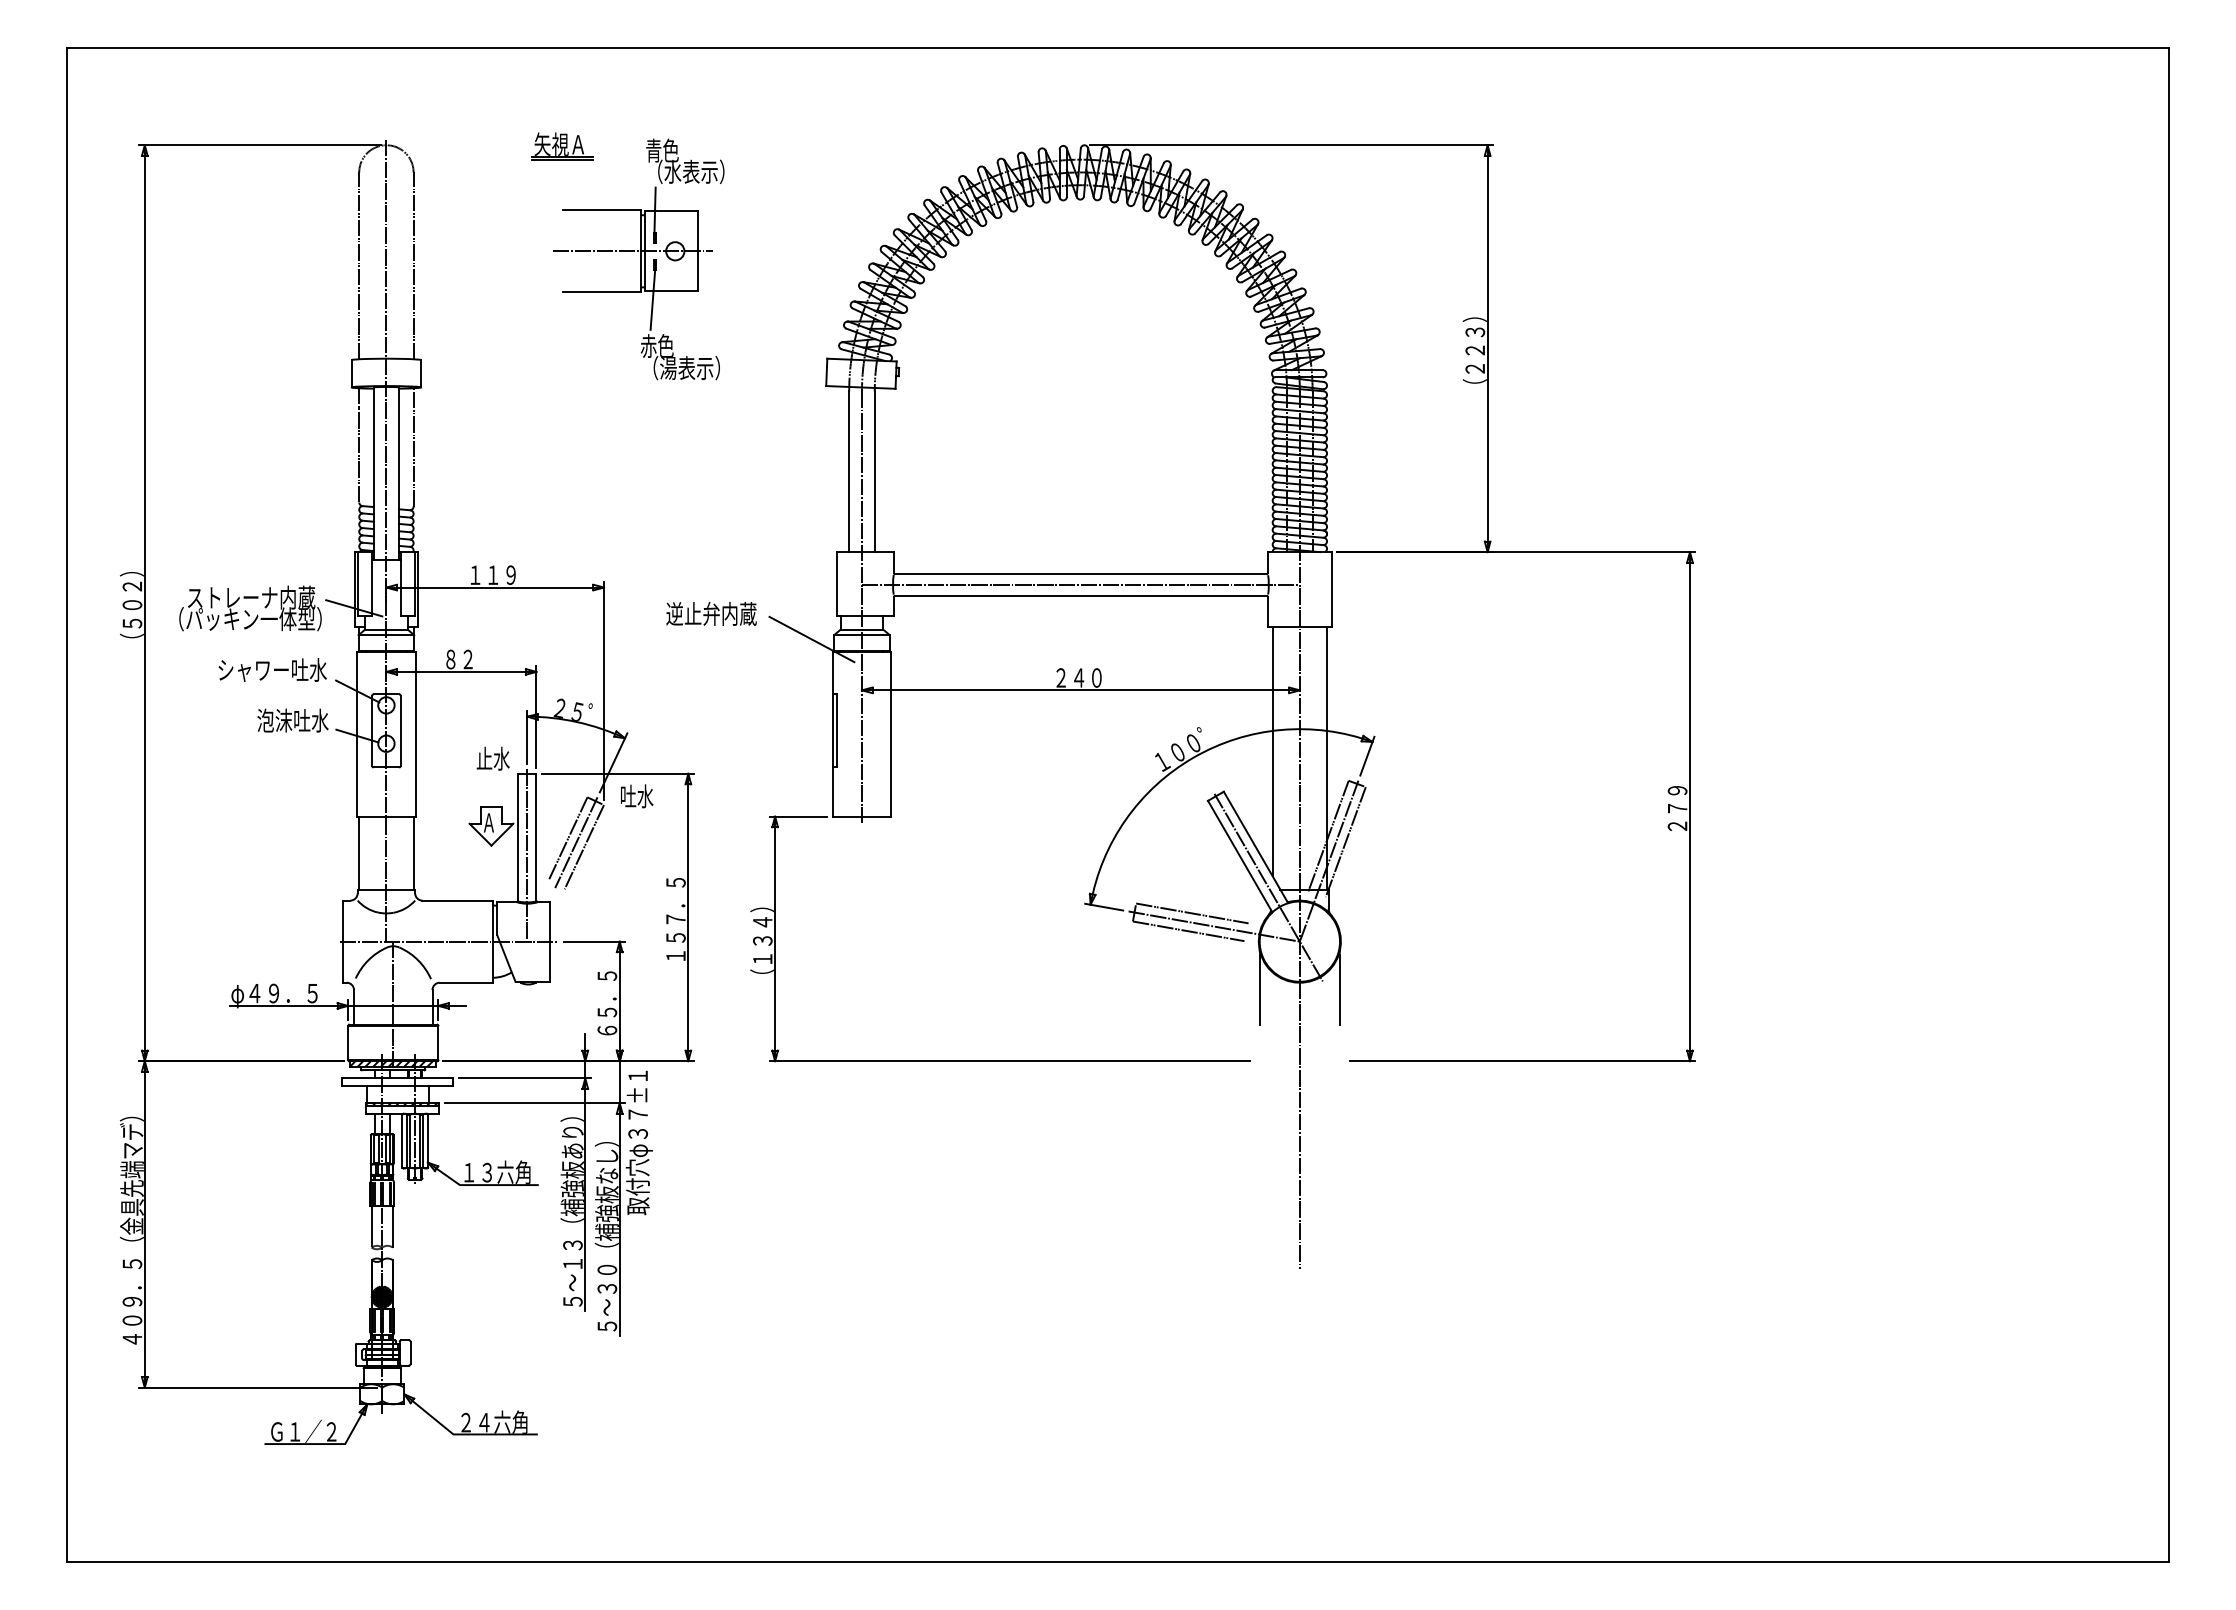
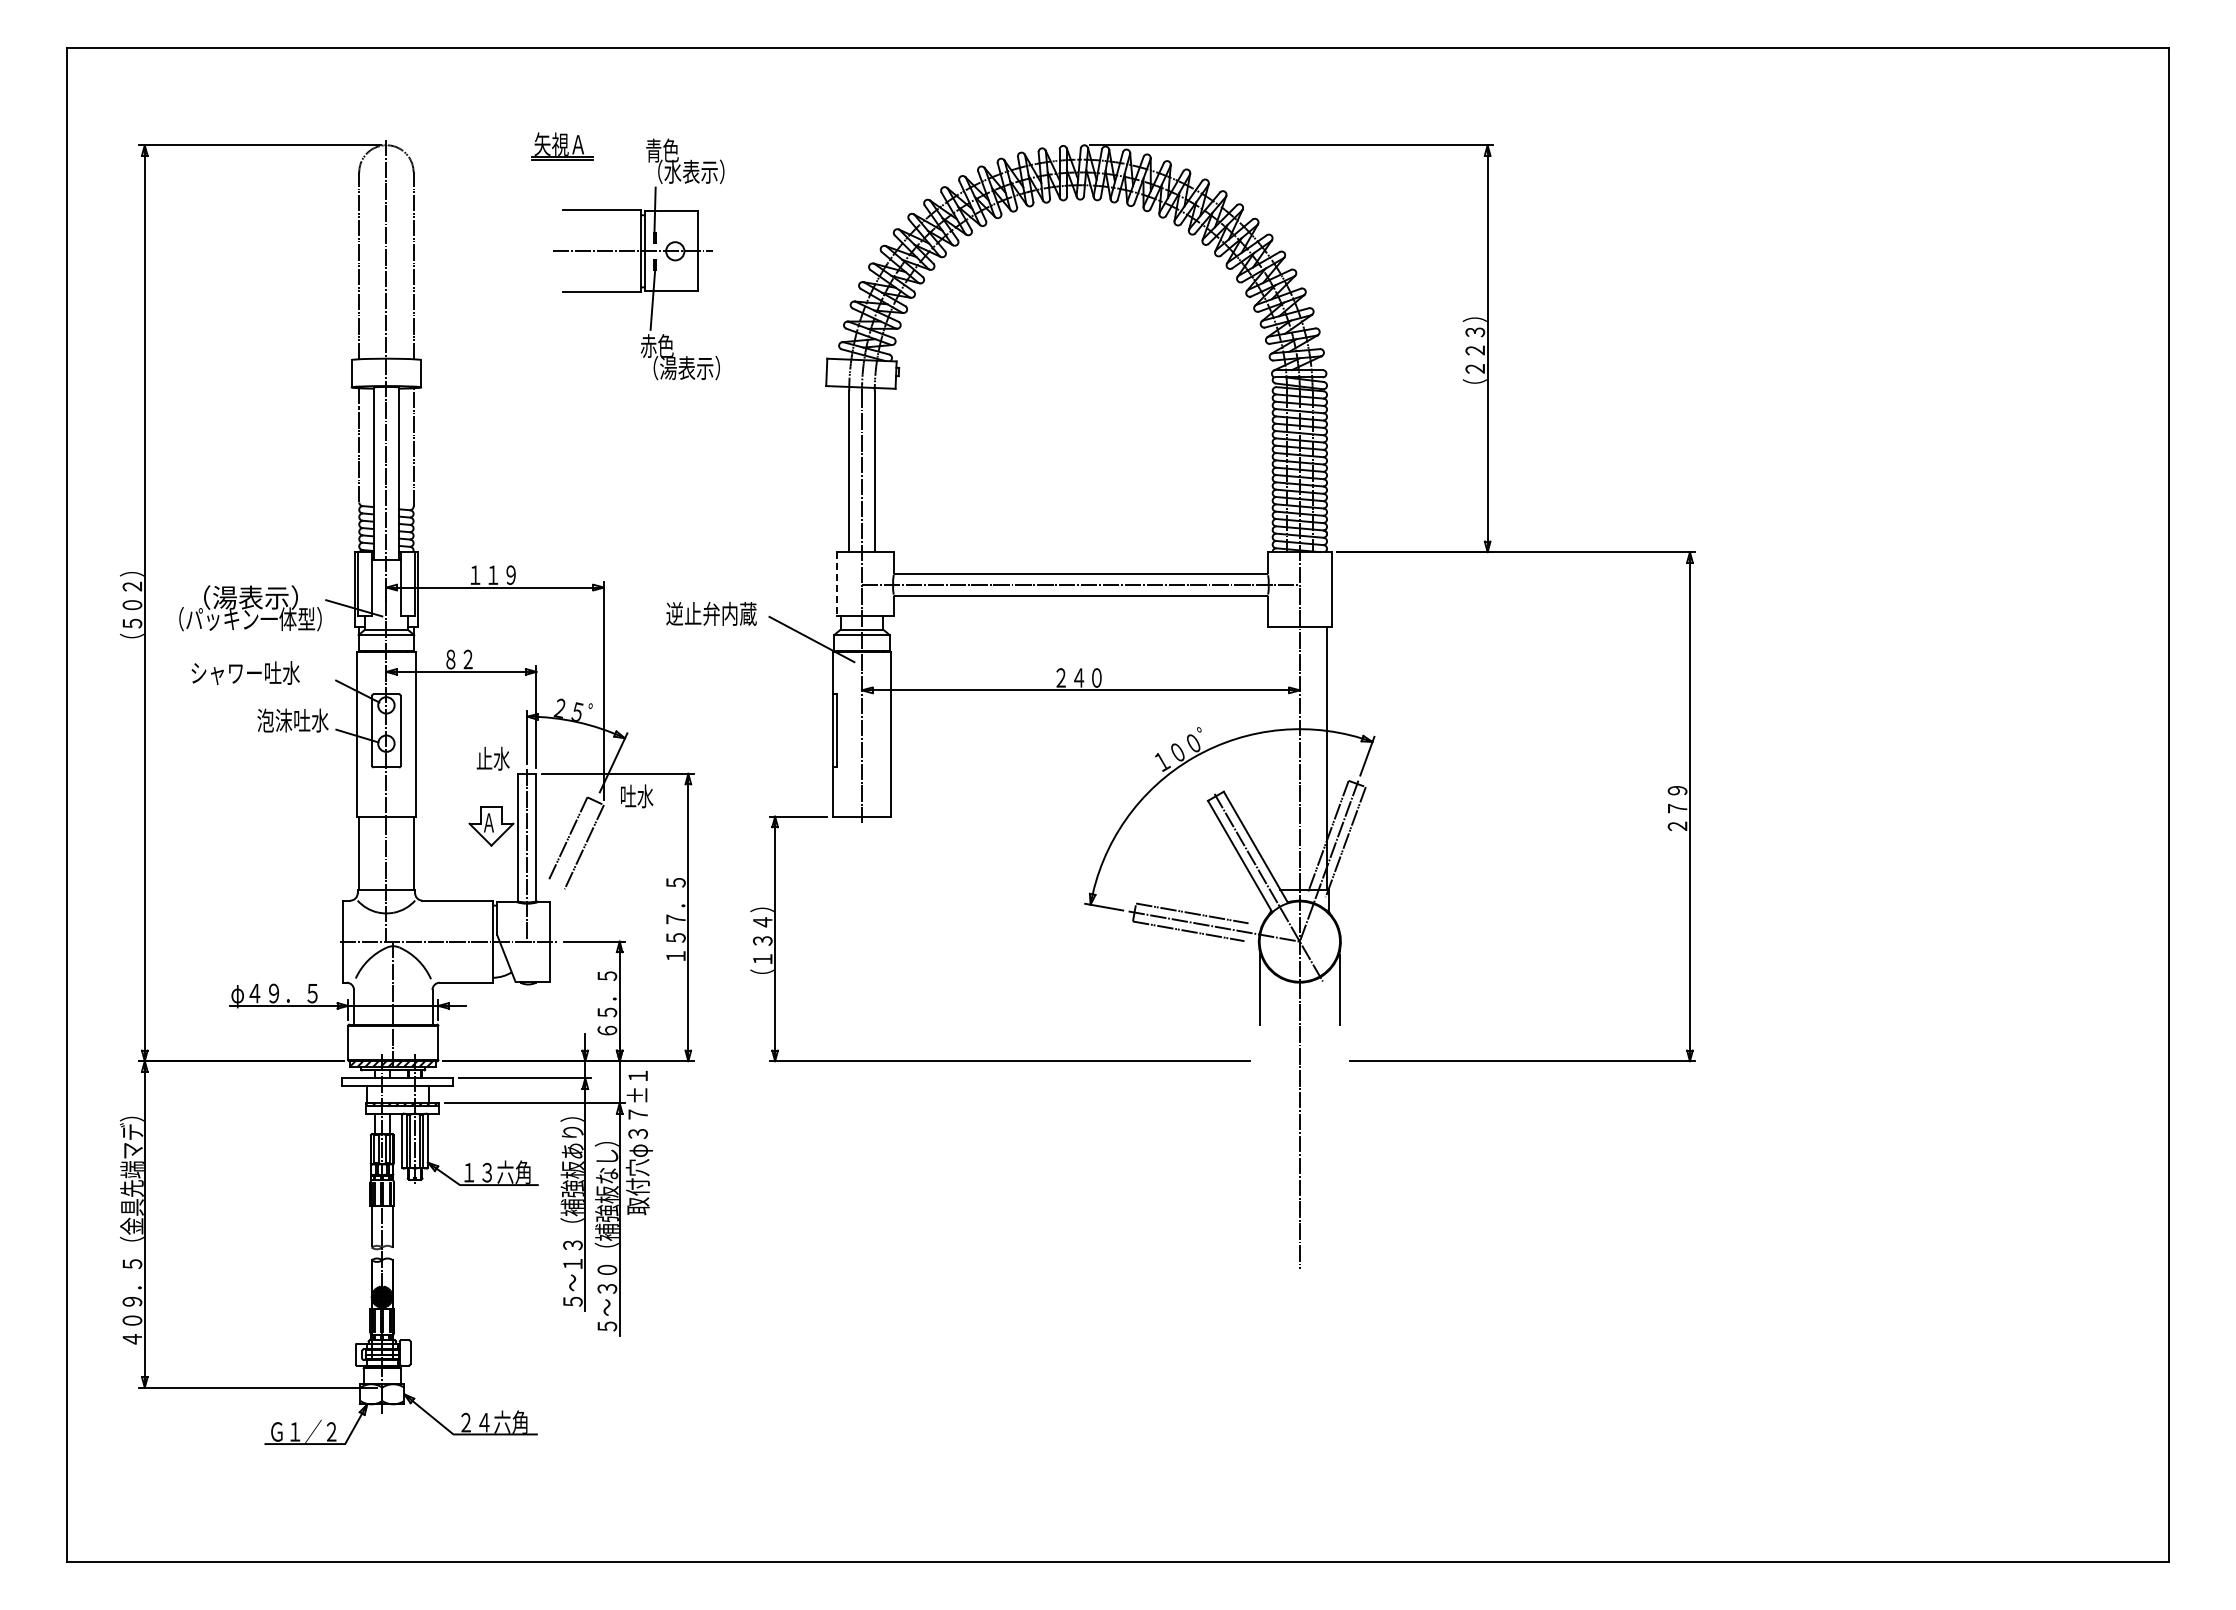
line at (837, 584): solid -> dashed
text at (251, 597): ストレーナ内蔵 -> （湯表示）
text at (272, 669) position: (272, 669) -> (245, 672)
line at (1272, 751): present -> none
line at (576, 842): present -> none
